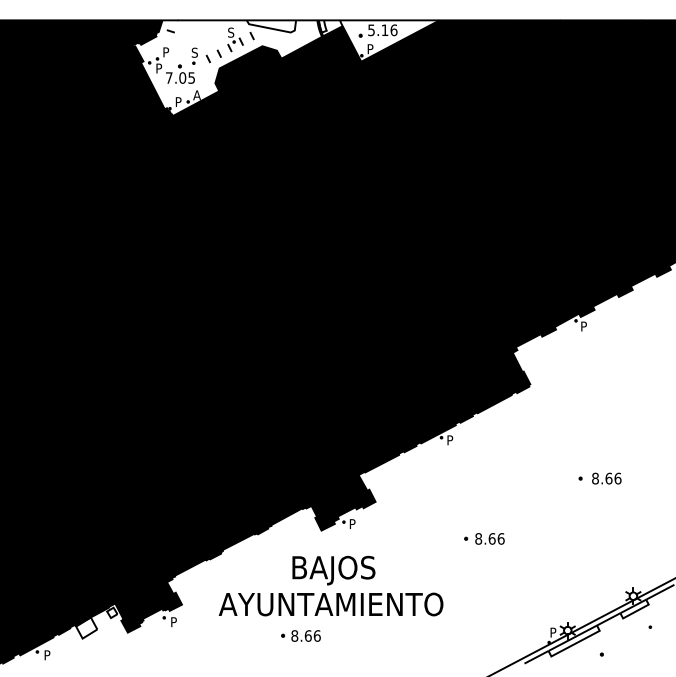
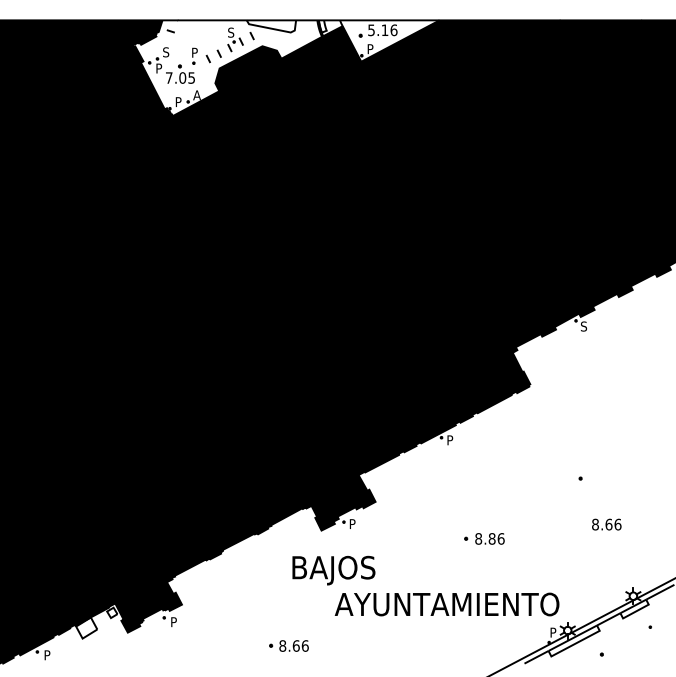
text at (166, 52): P -> S
text at (194, 52): S -> P
text at (583, 326): P -> S
text at (606, 478) position: (606, 478) -> (606, 524)
text at (491, 538): 8.66 -> 8.86
text at (330, 604) position: (330, 604) -> (446, 604)
part at (300, 635) position: (300, 635) -> (288, 645)
